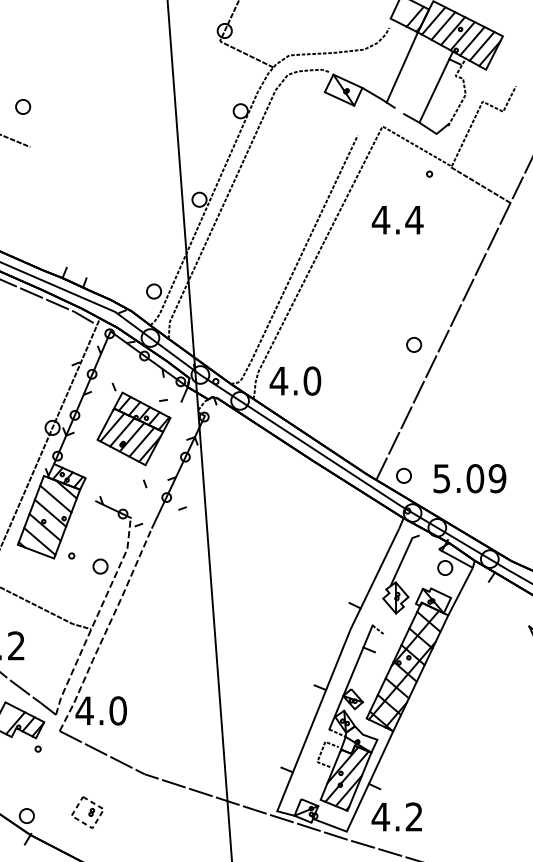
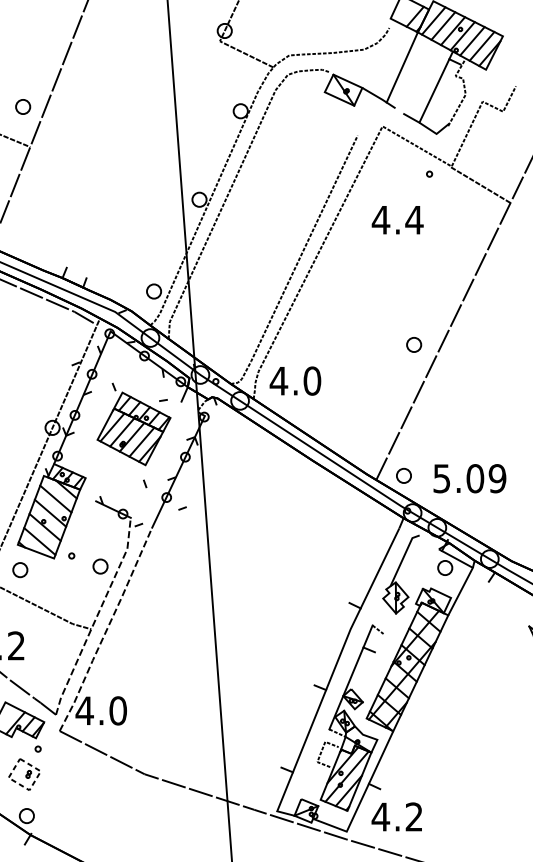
line at (44, 110): none -> present
part at (20, 570): none -> present
part at (87, 812) position: (87, 812) -> (24, 774)
